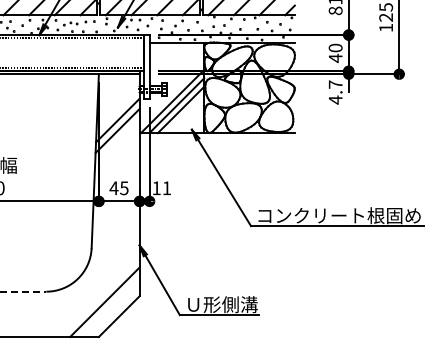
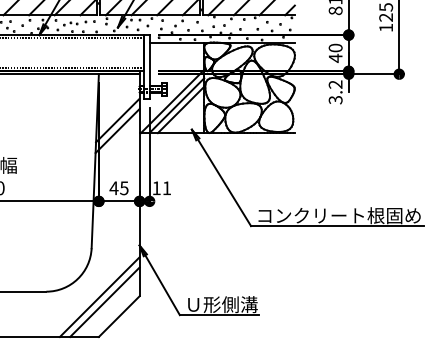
text at (335, 92): 4.7 -> 3.2
line at (23, 291): dashed -> solid
line at (99, 297): none -> present
